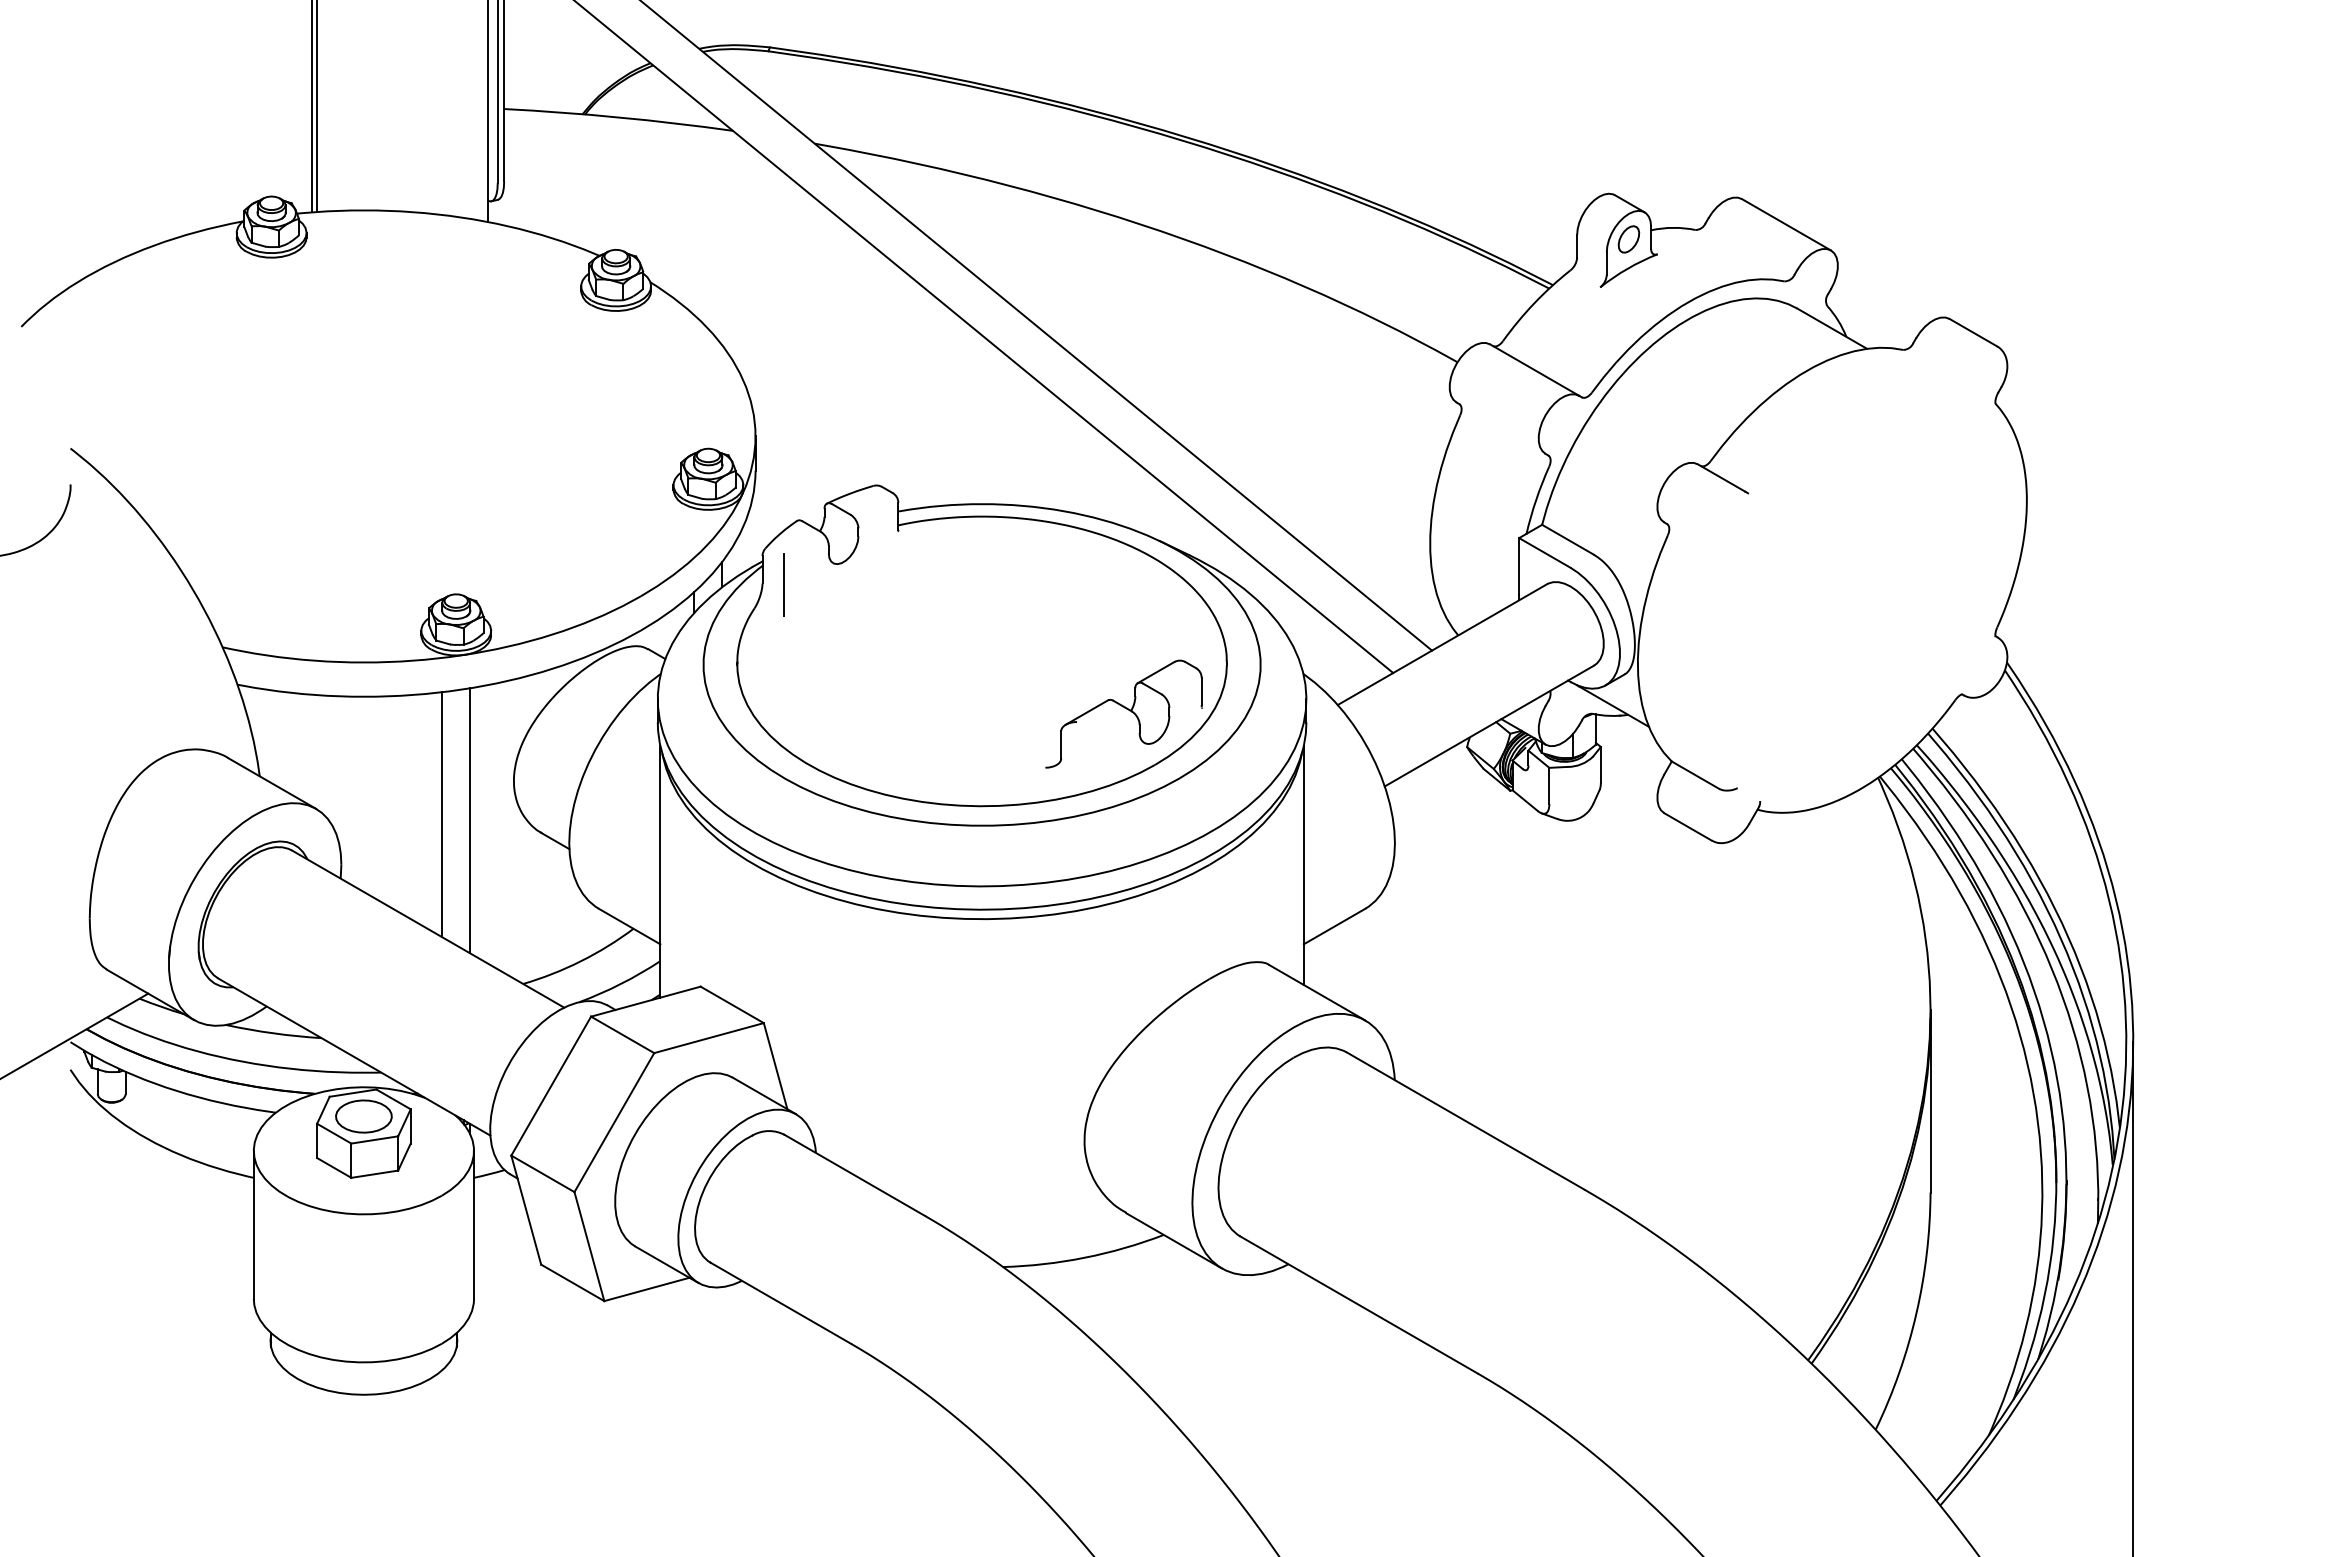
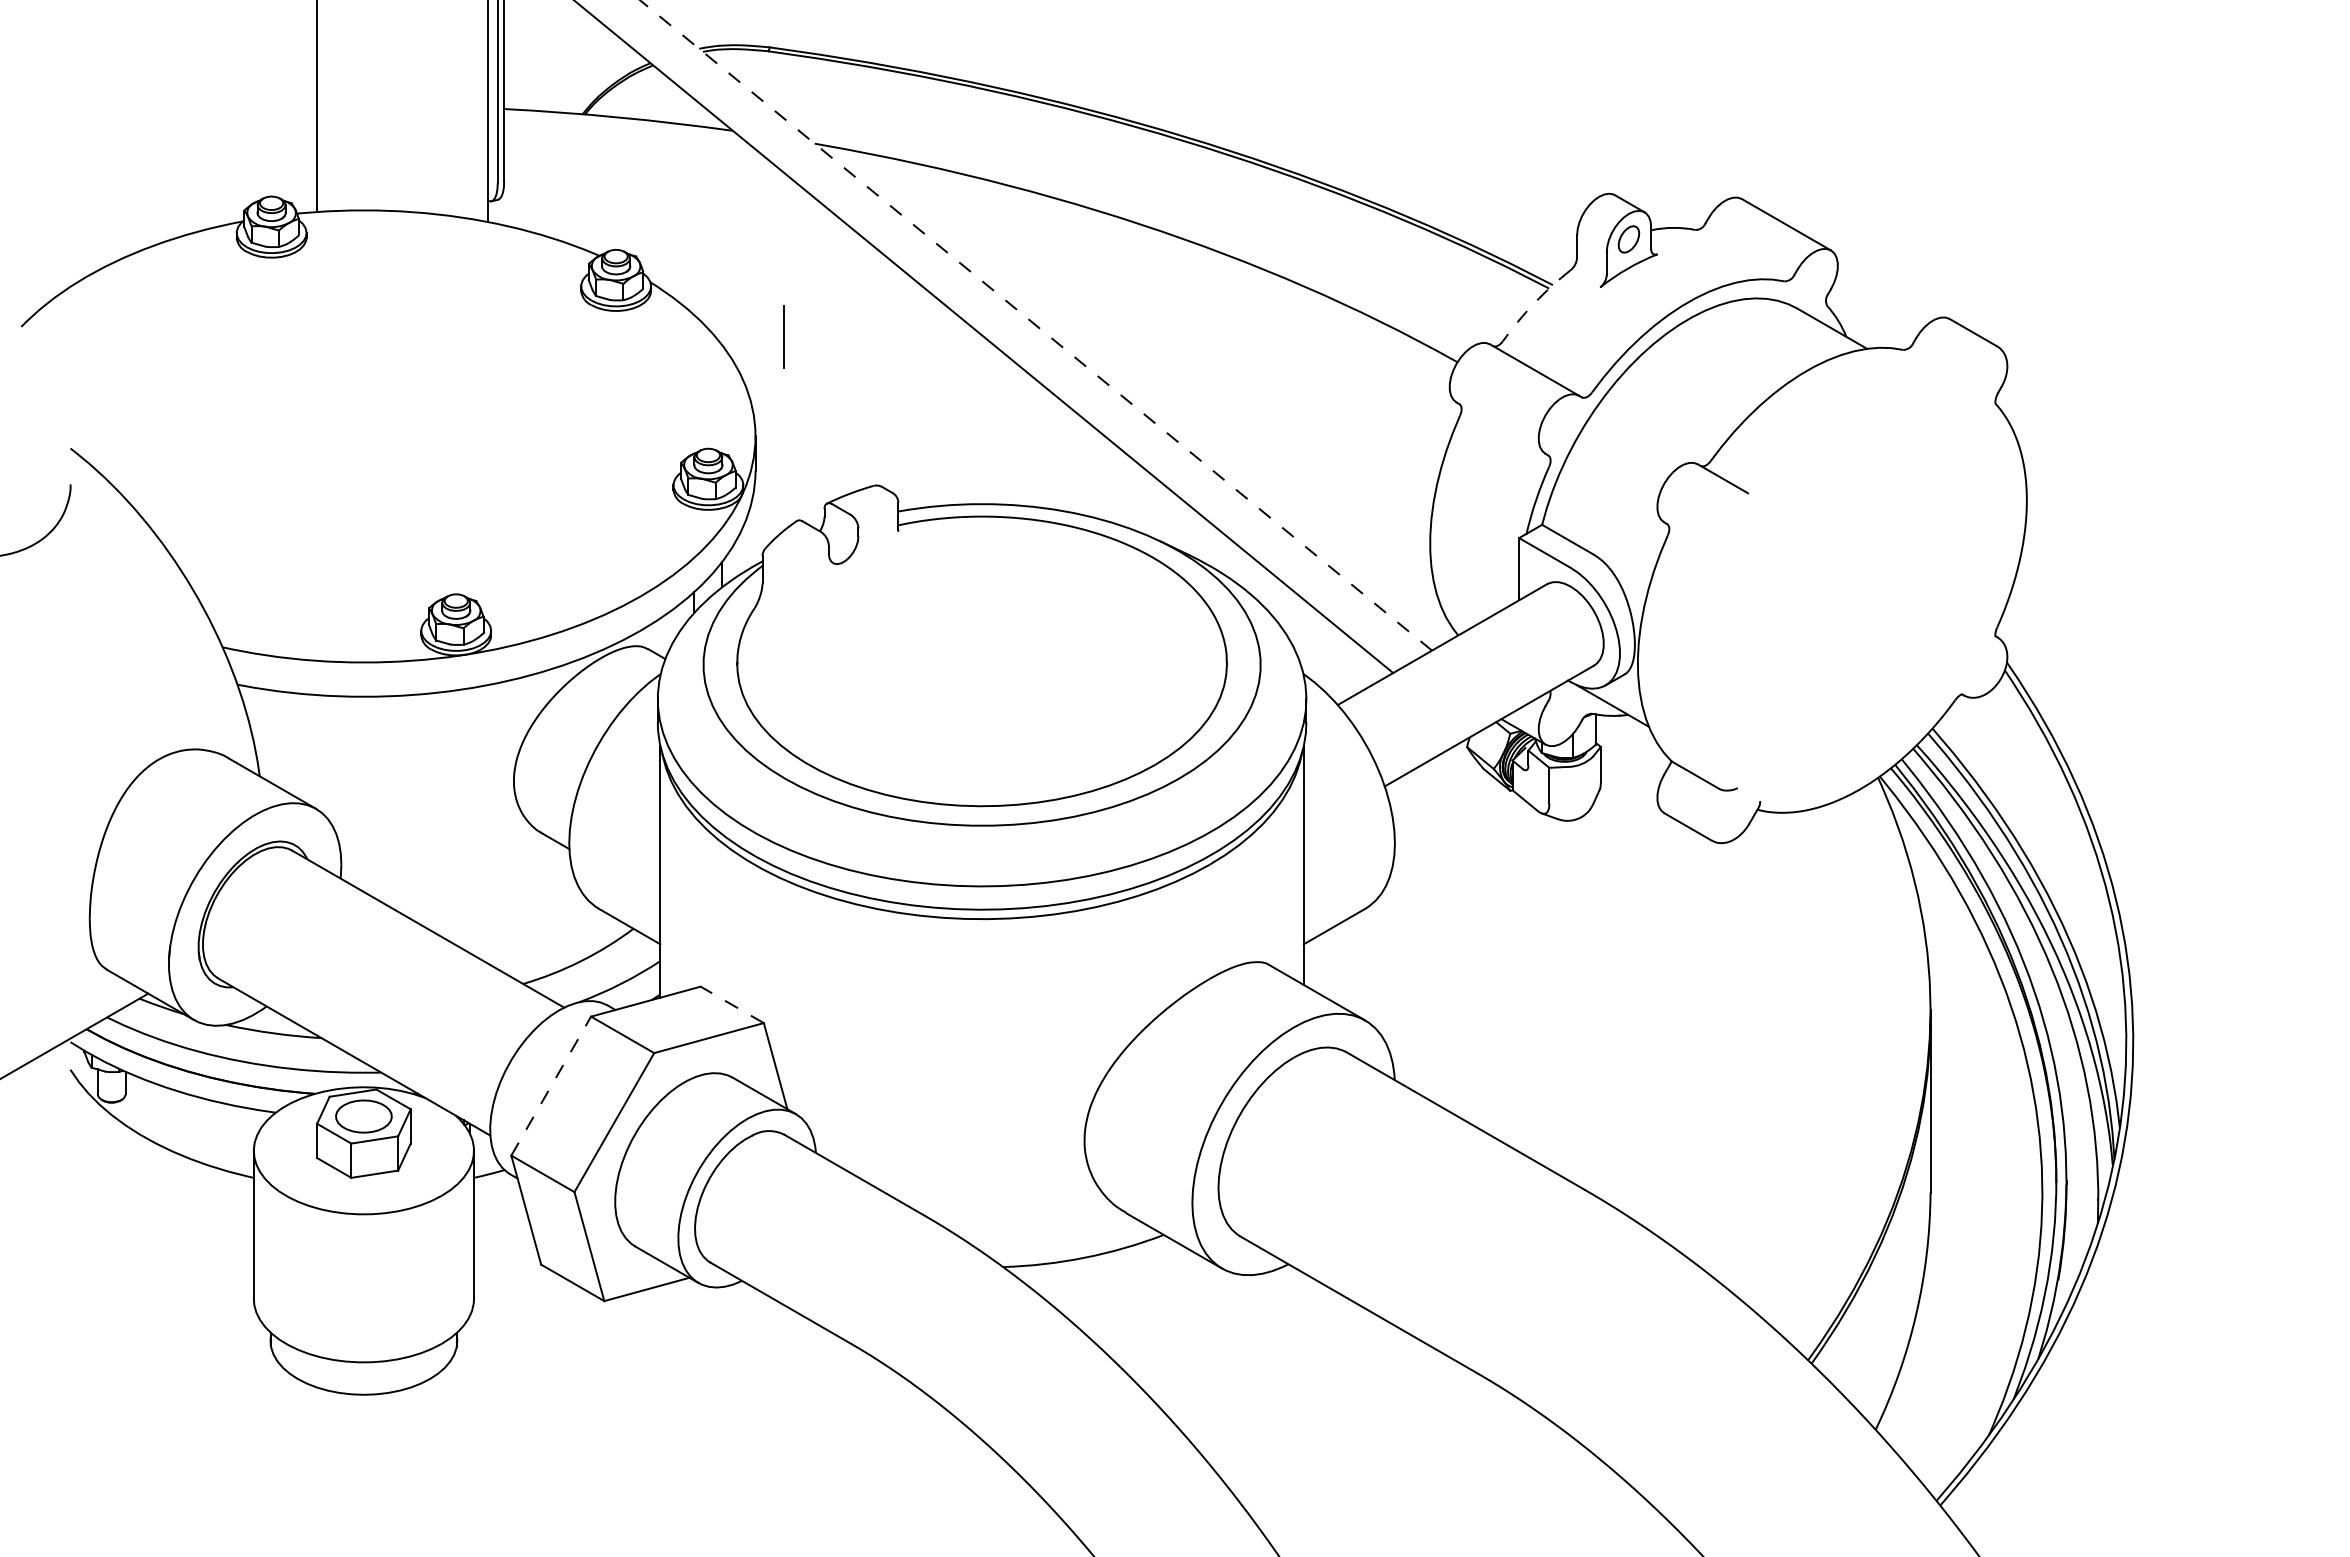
line at (311, 107): present -> none
arc at (1534, 303): solid -> dashed
line at (1035, 325): solid -> dashed
line at (783, 584) position: (783, 584) -> (783, 336)
part at (1123, 713): present -> none
line at (442, 814): present -> none
line at (470, 820): present -> none
line at (731, 1004): solid -> dashed
line at (551, 1085): solid -> dashed
line at (2133, 1297): present -> none
